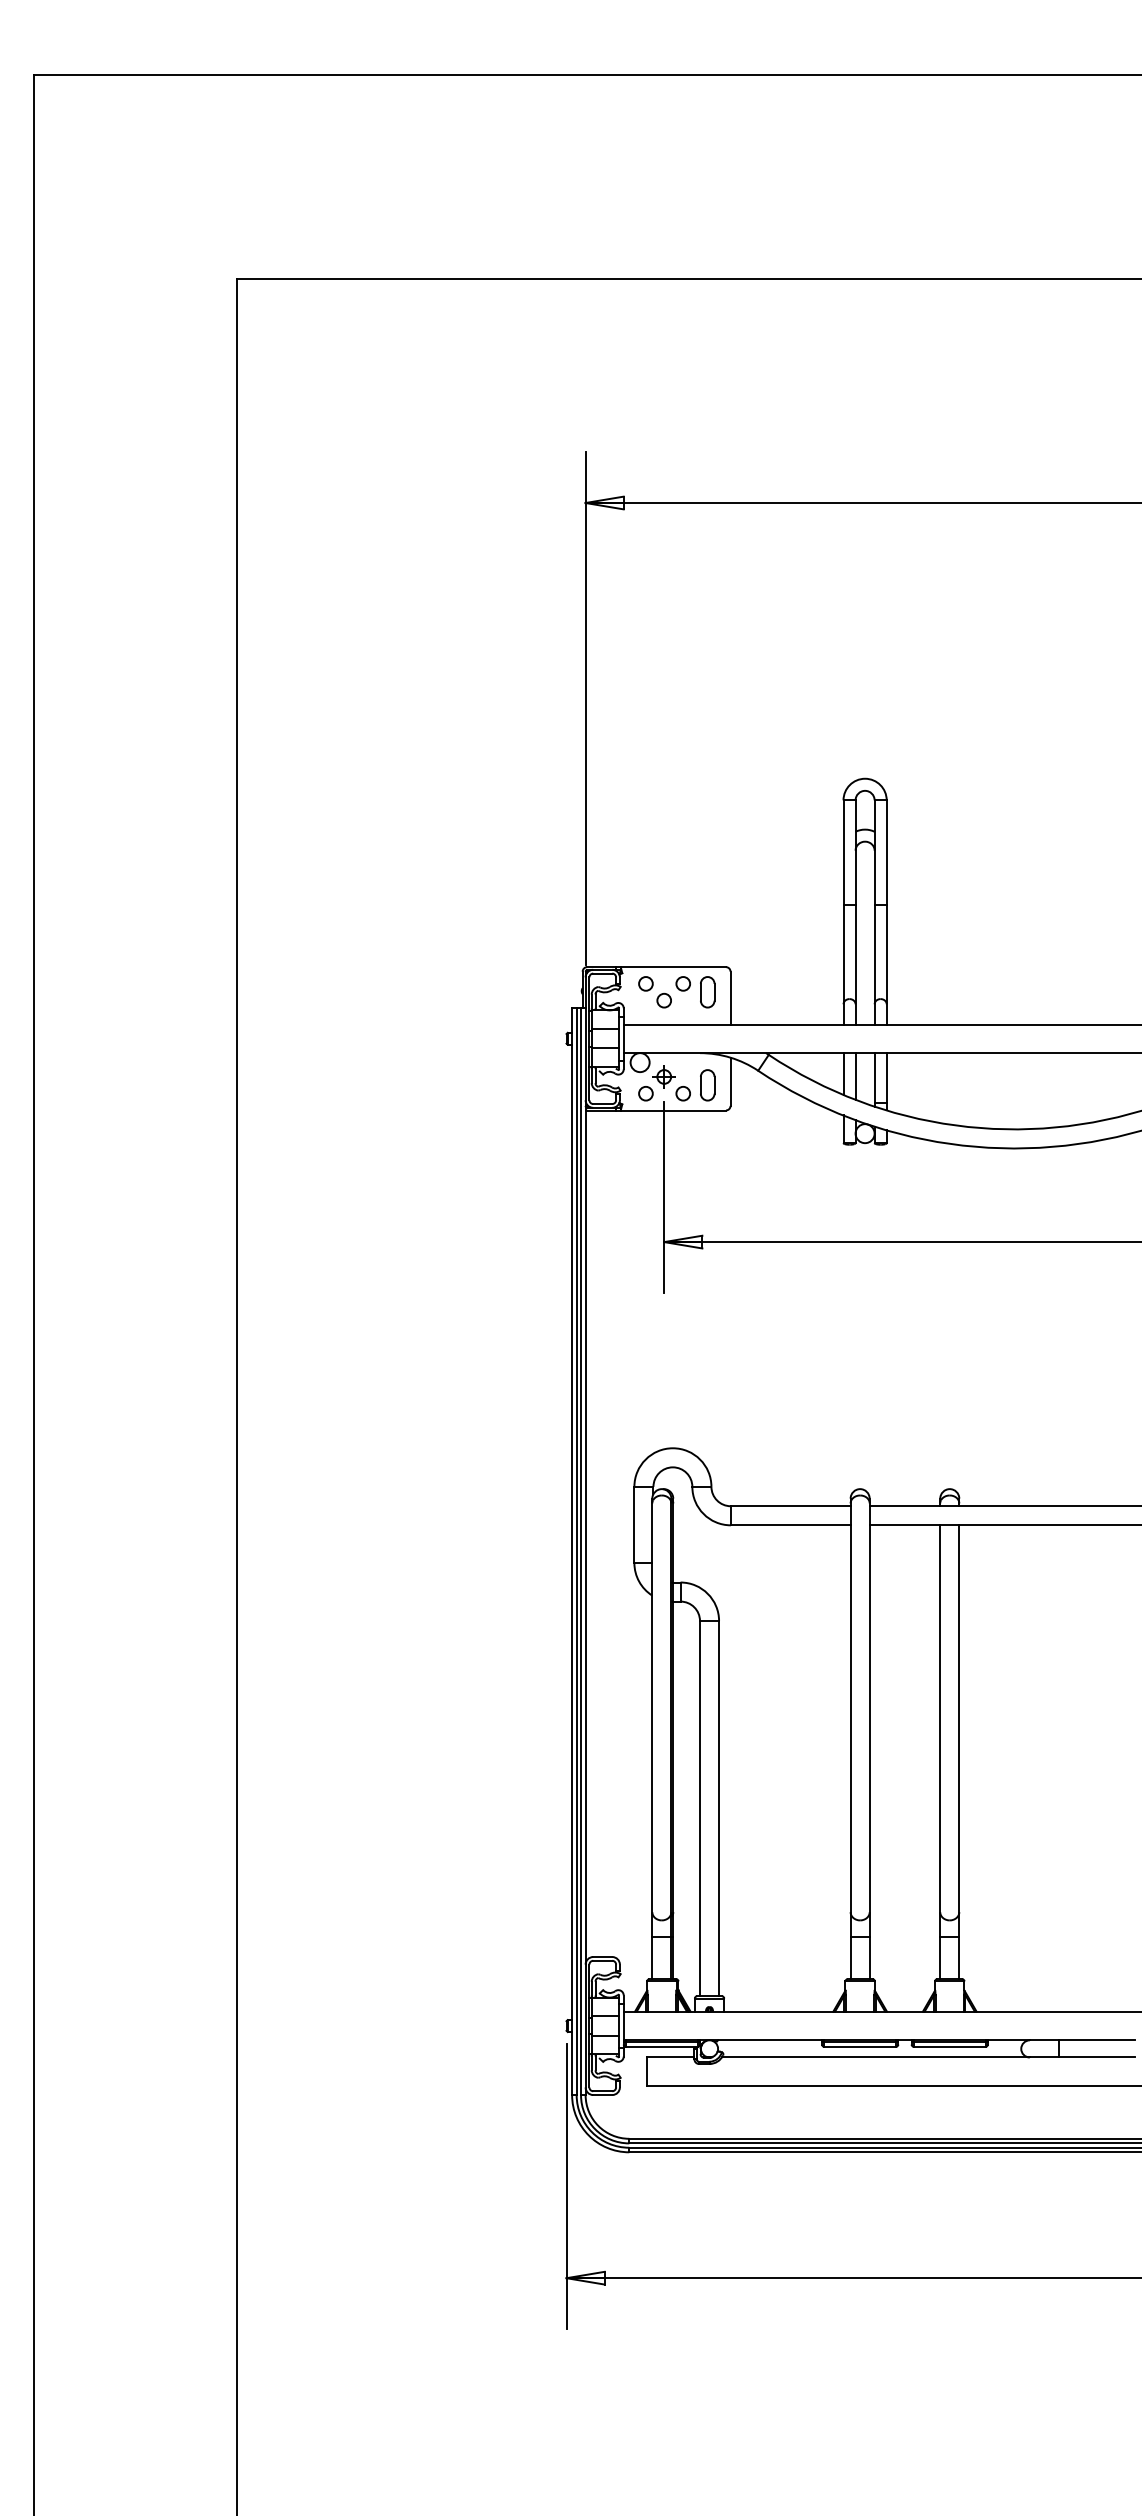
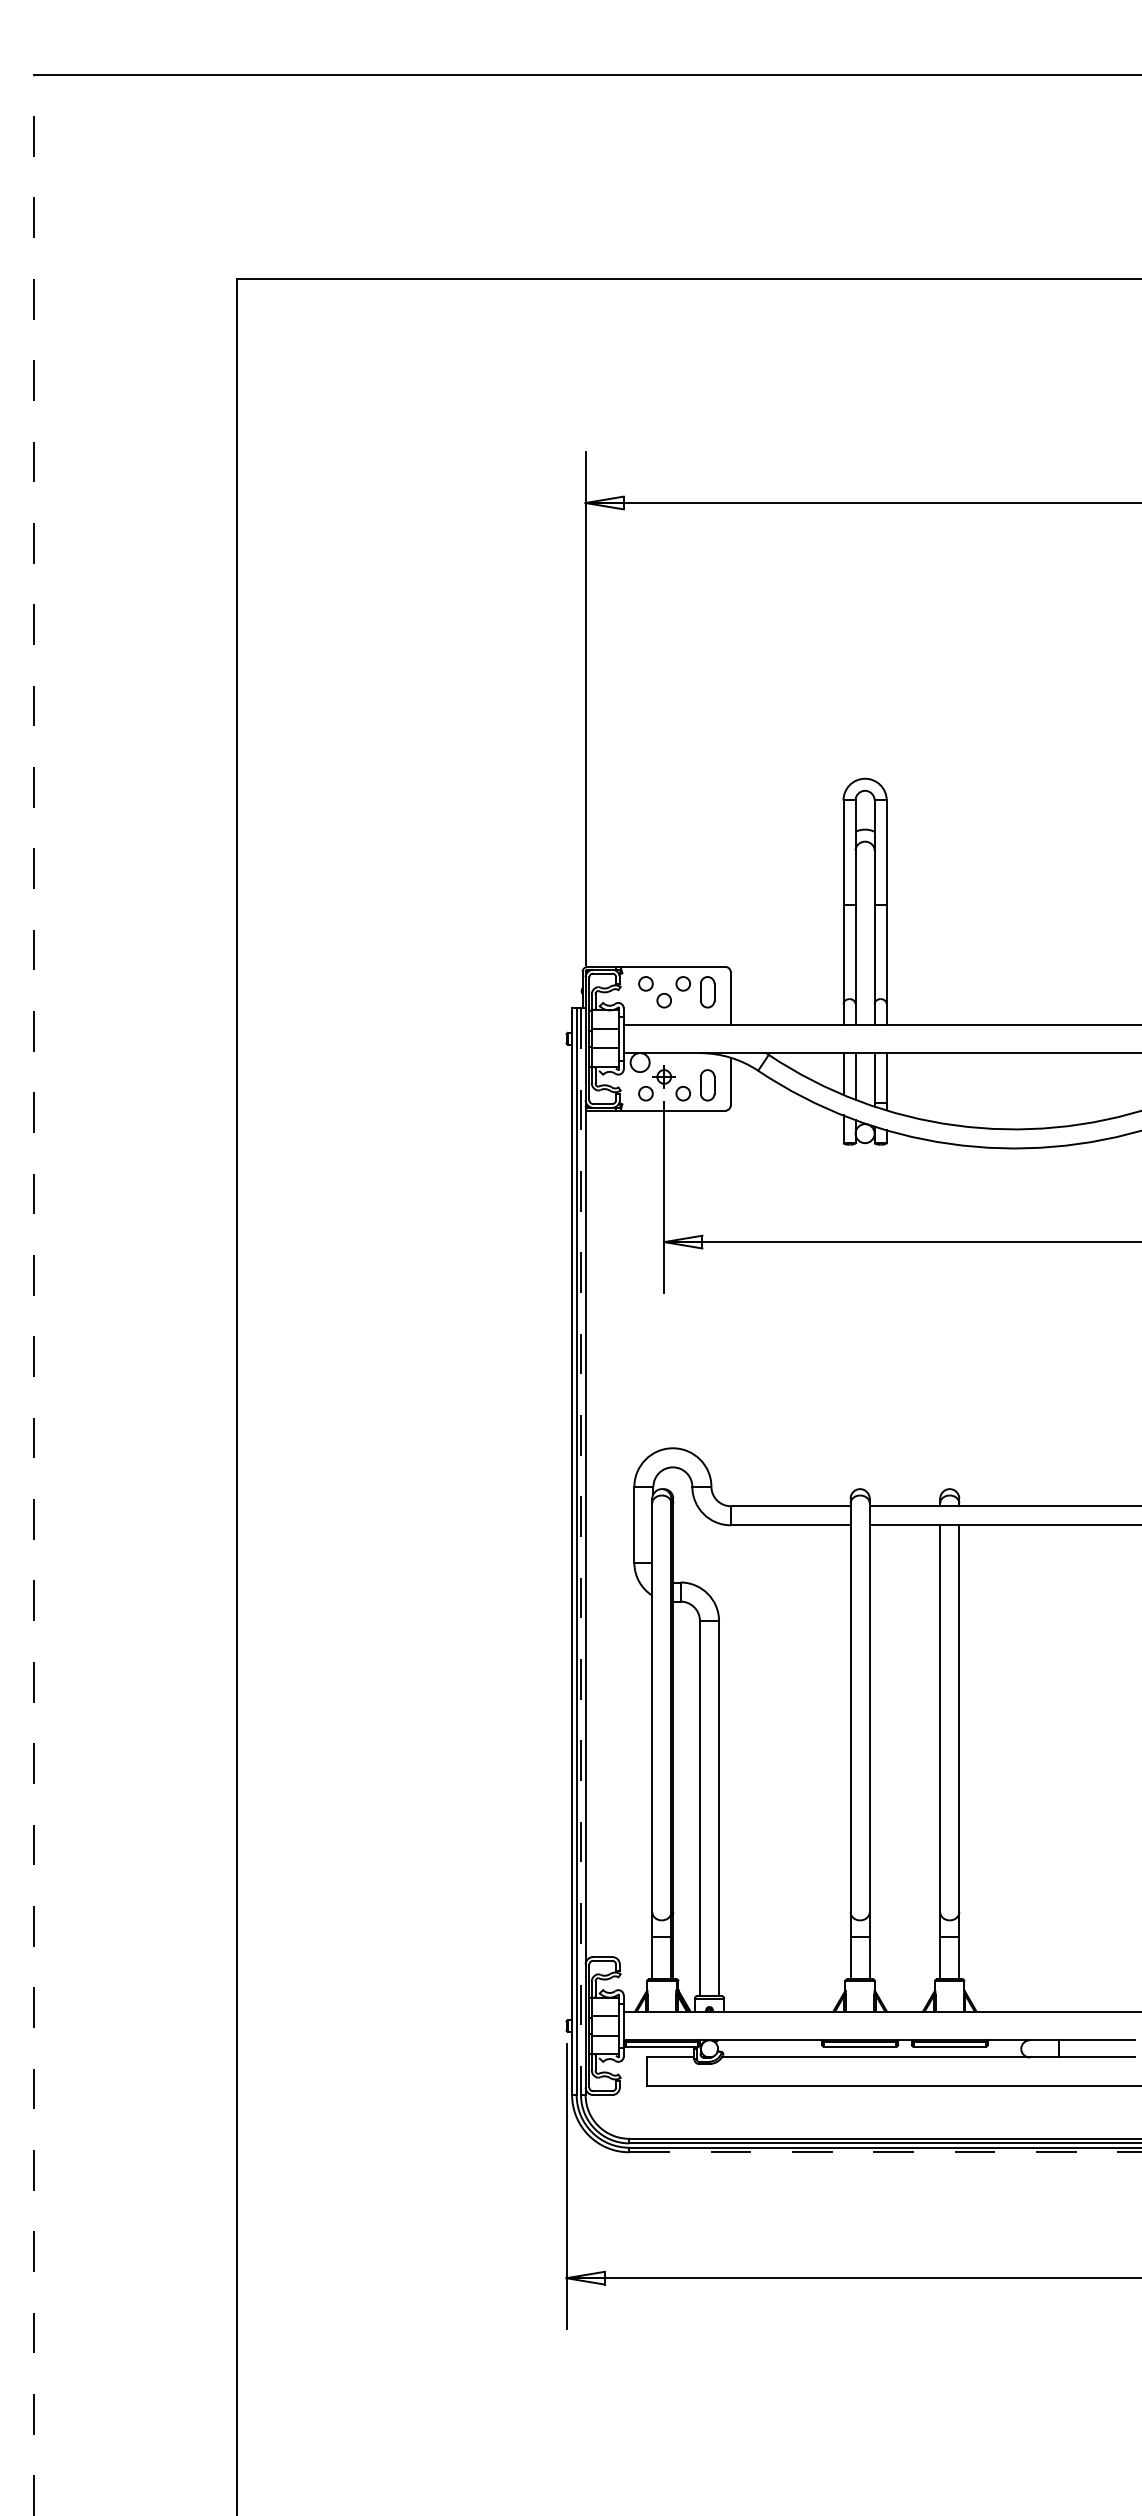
line at (34, 1295): solid -> dashed
line at (581, 1552): solid -> dashed
line at (886, 2152): solid -> dashed
